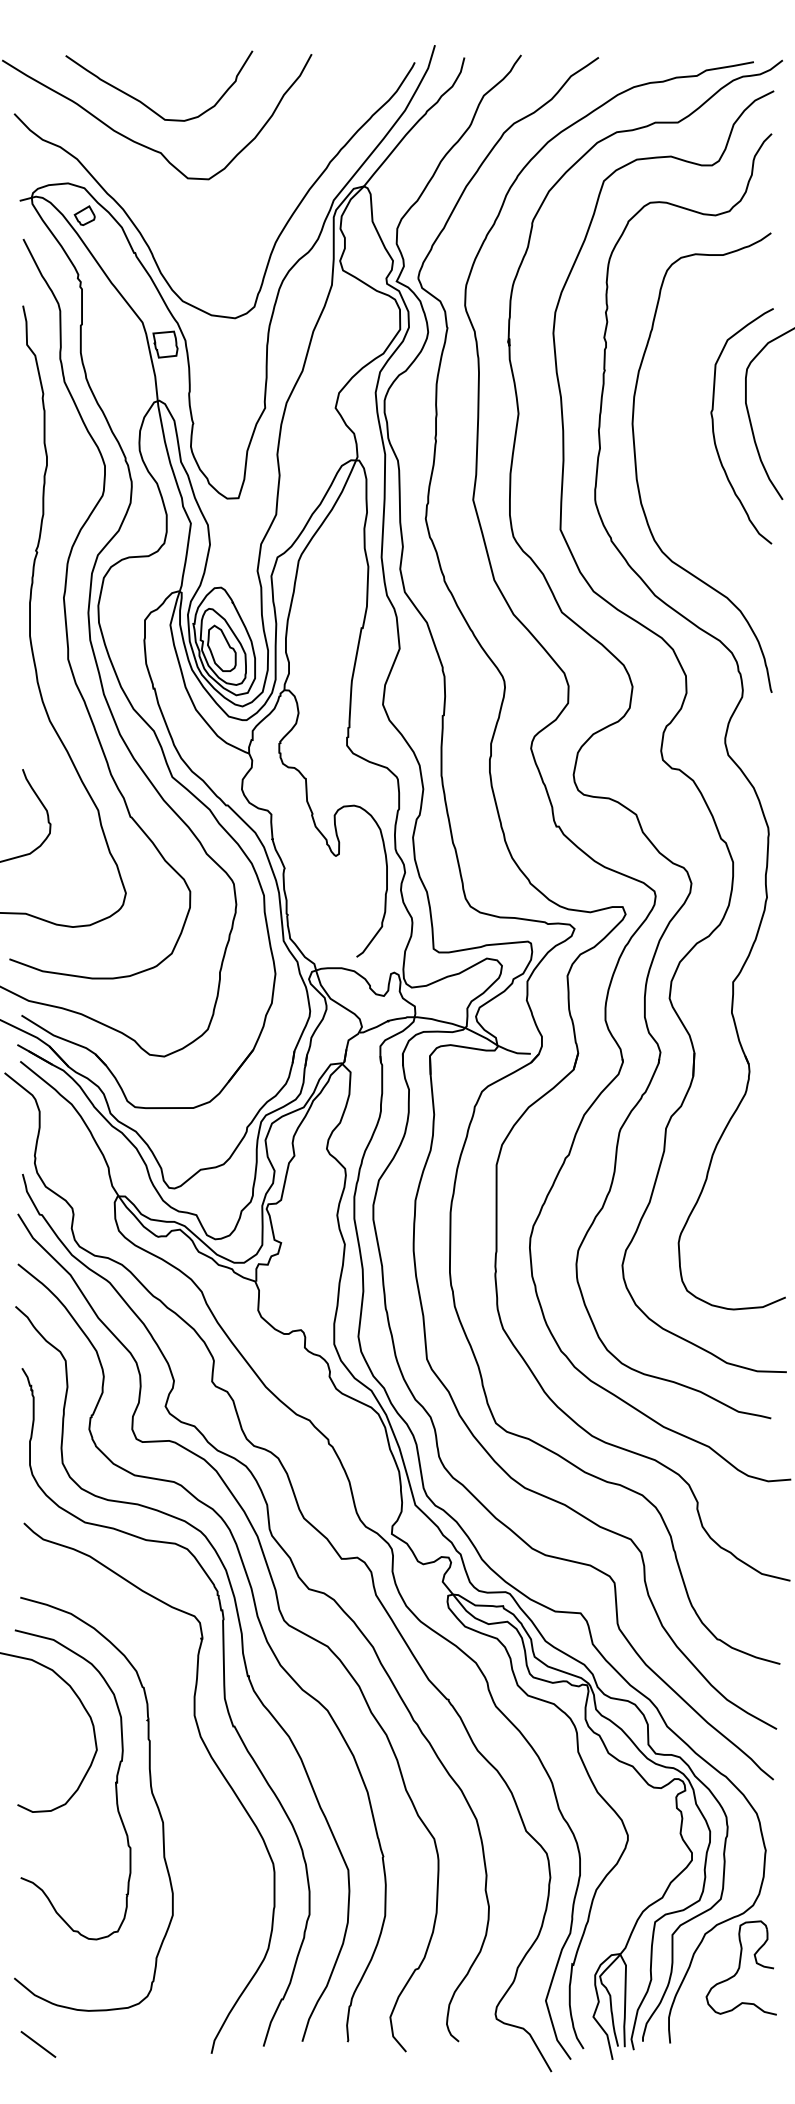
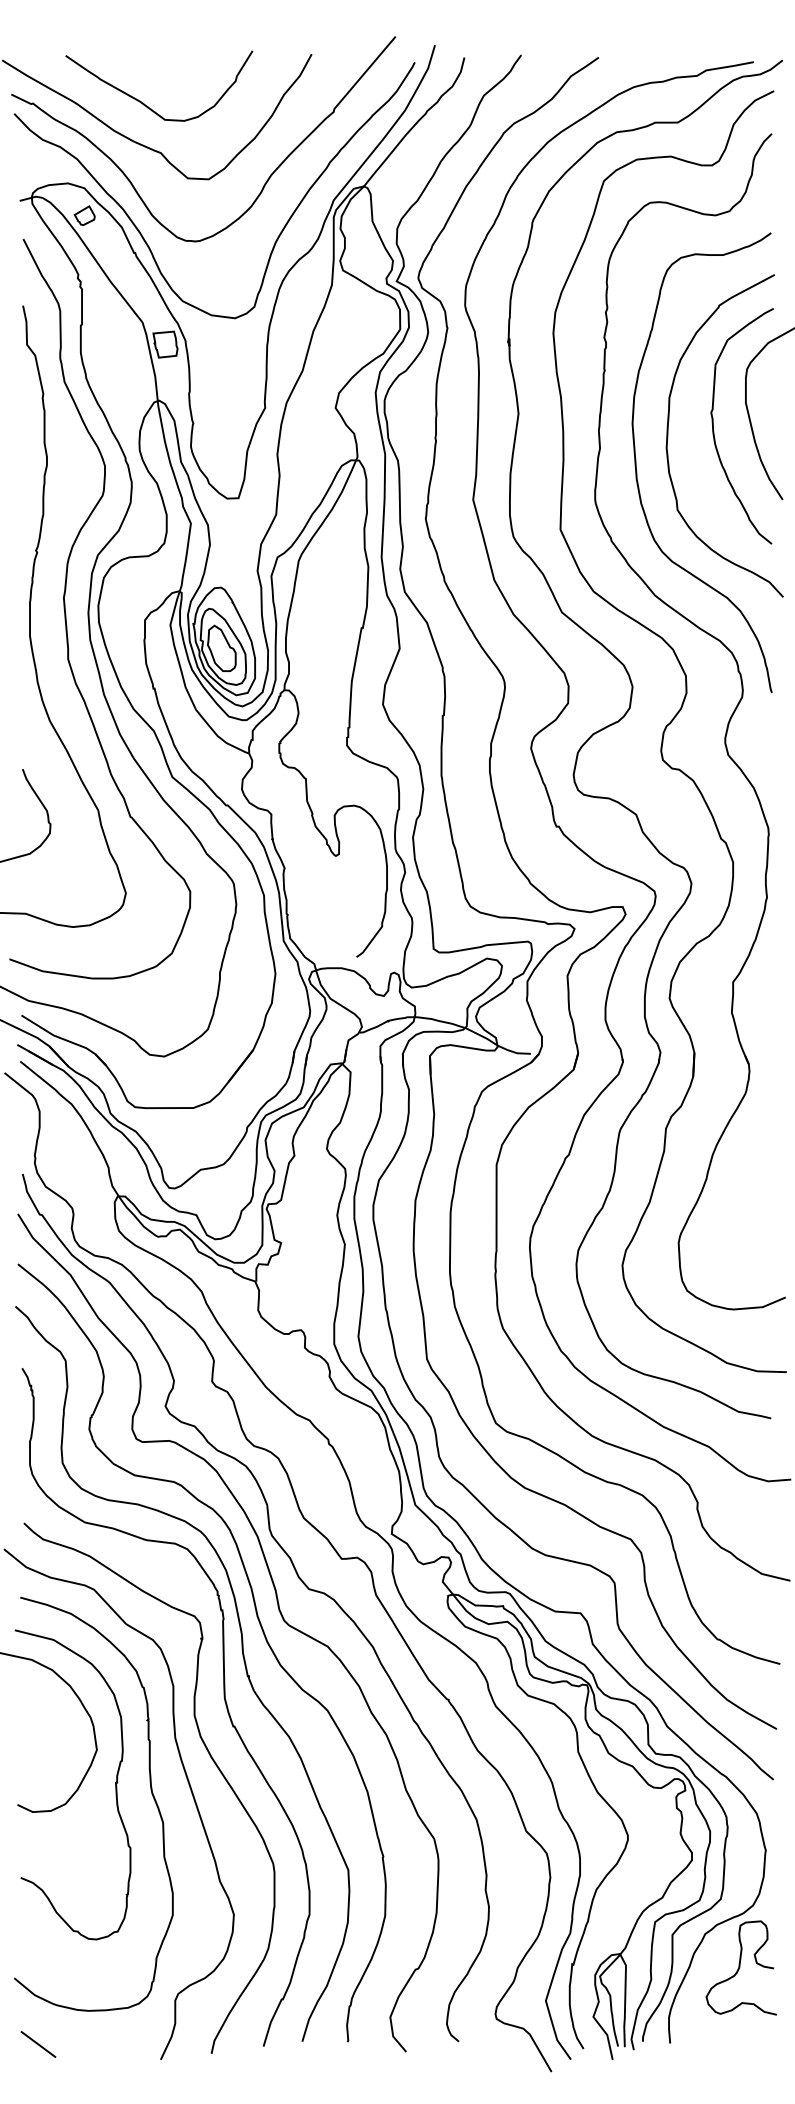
curve at (266, 180): none -> present
curve at (668, 435): none -> present
curve at (187, 1782): none -> present
